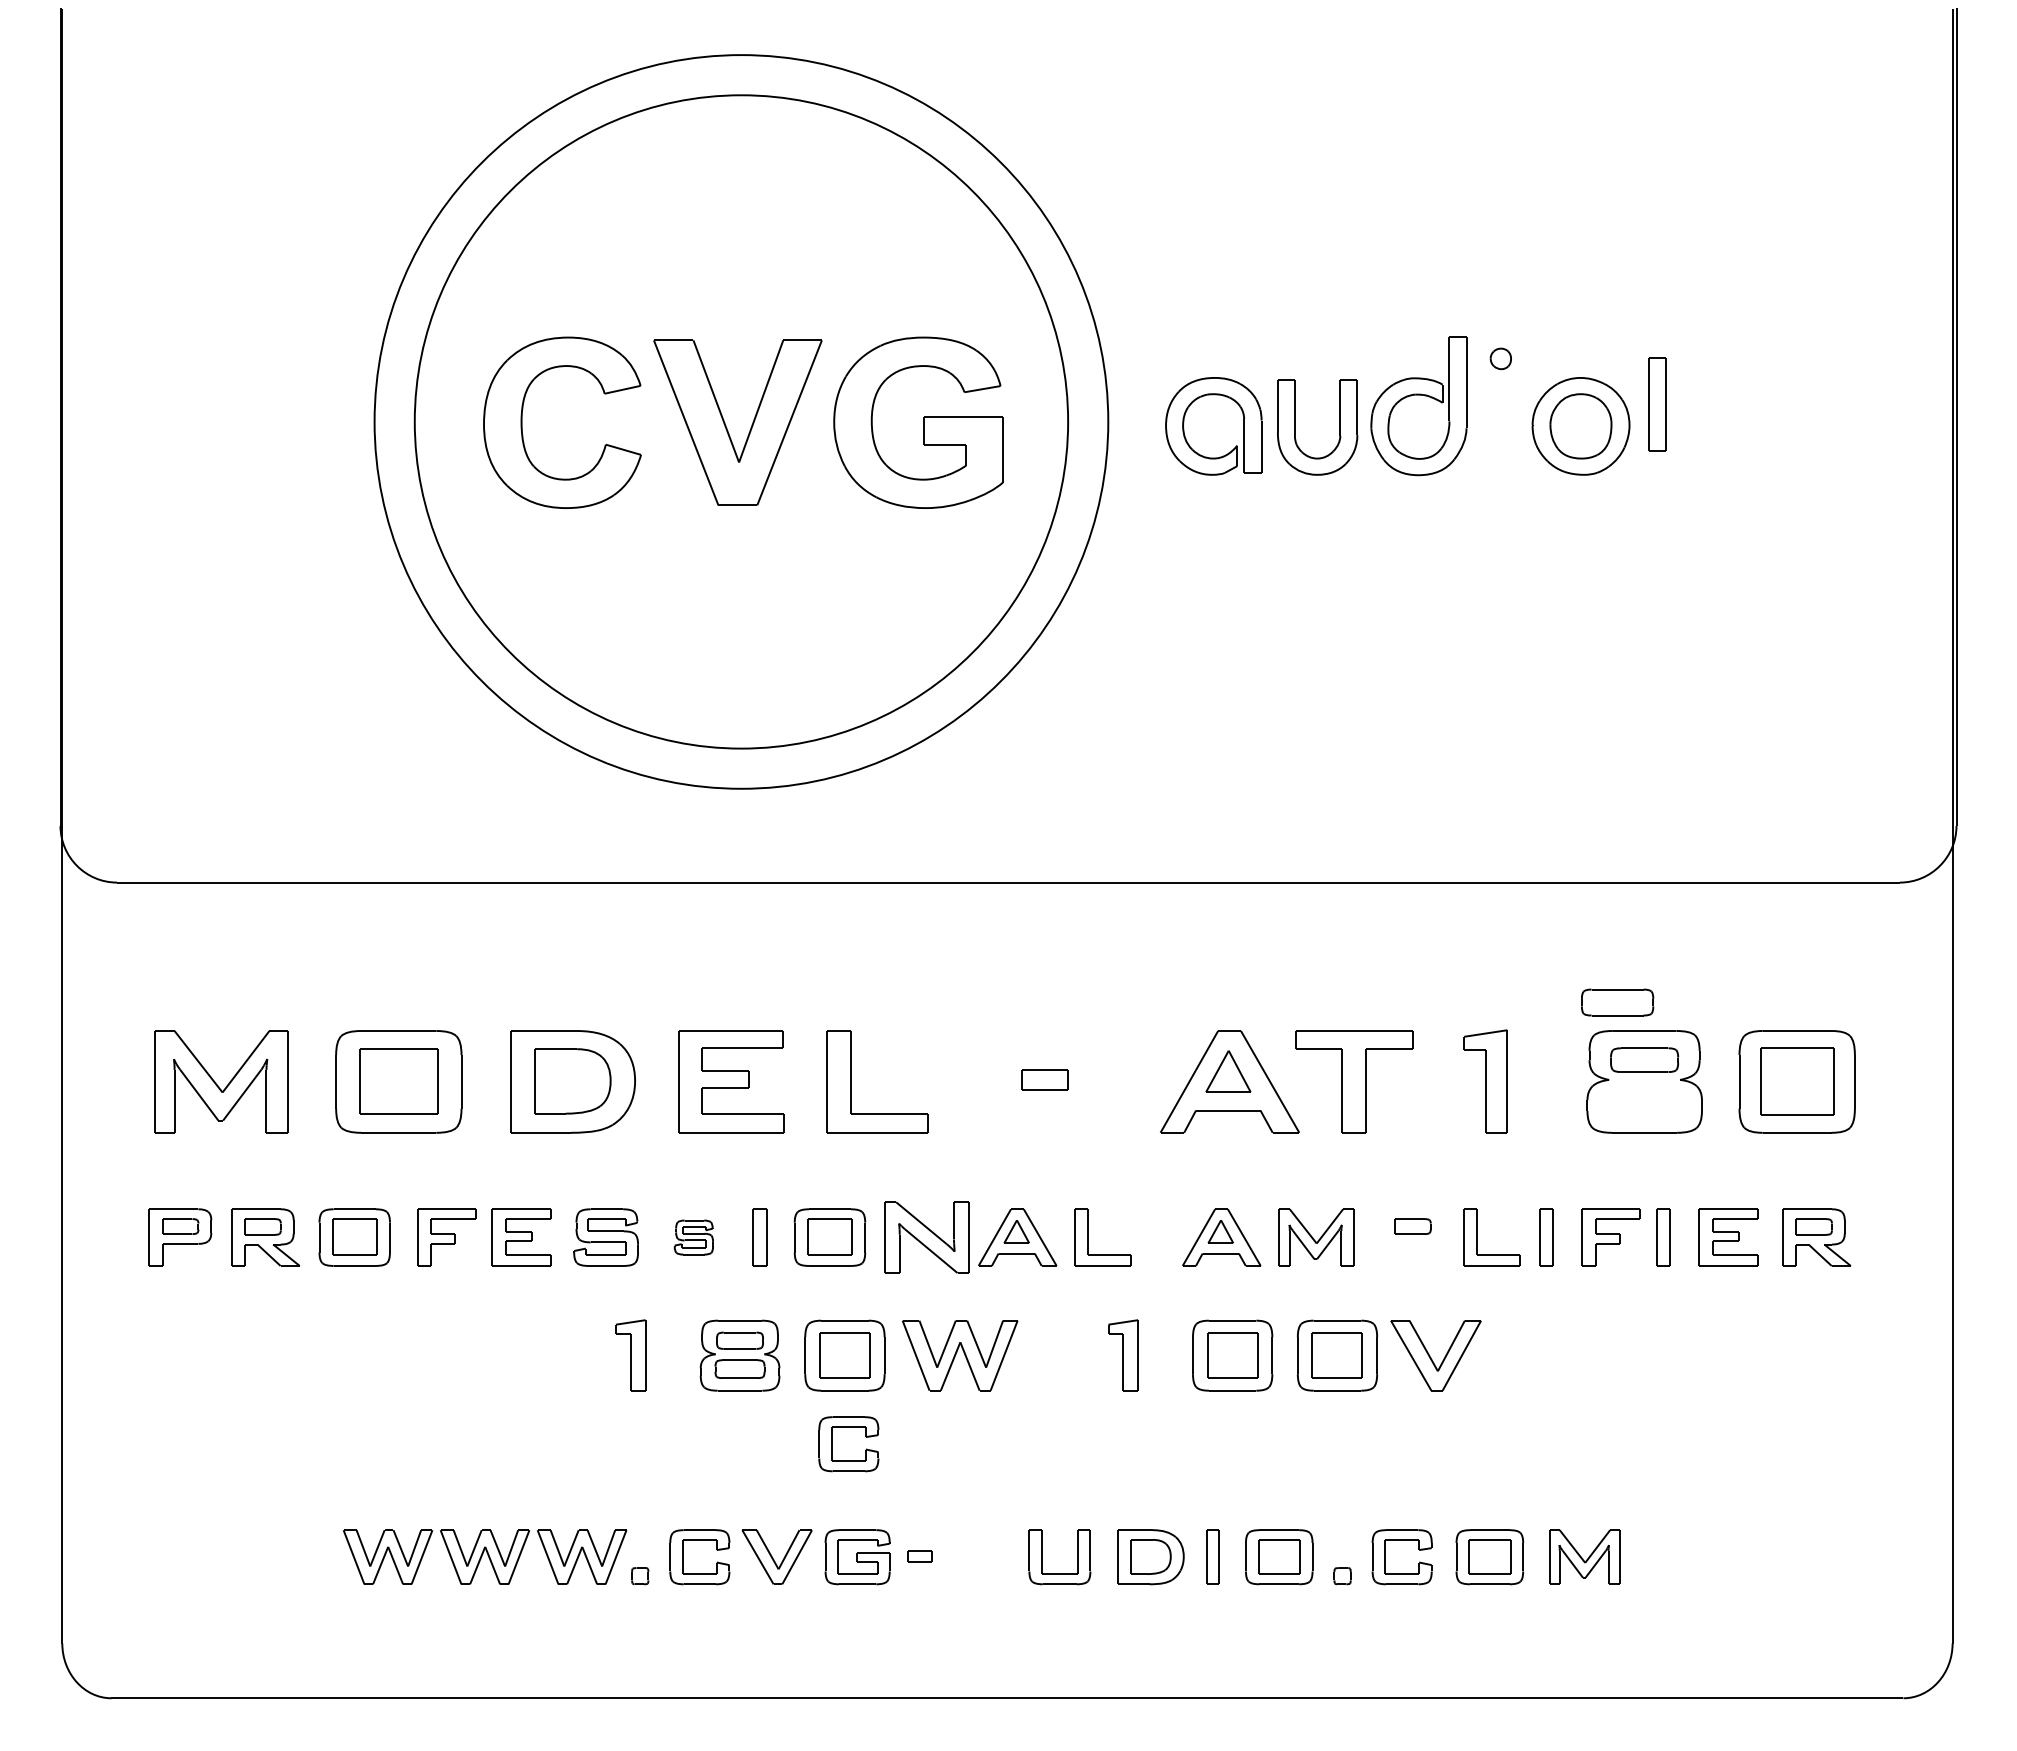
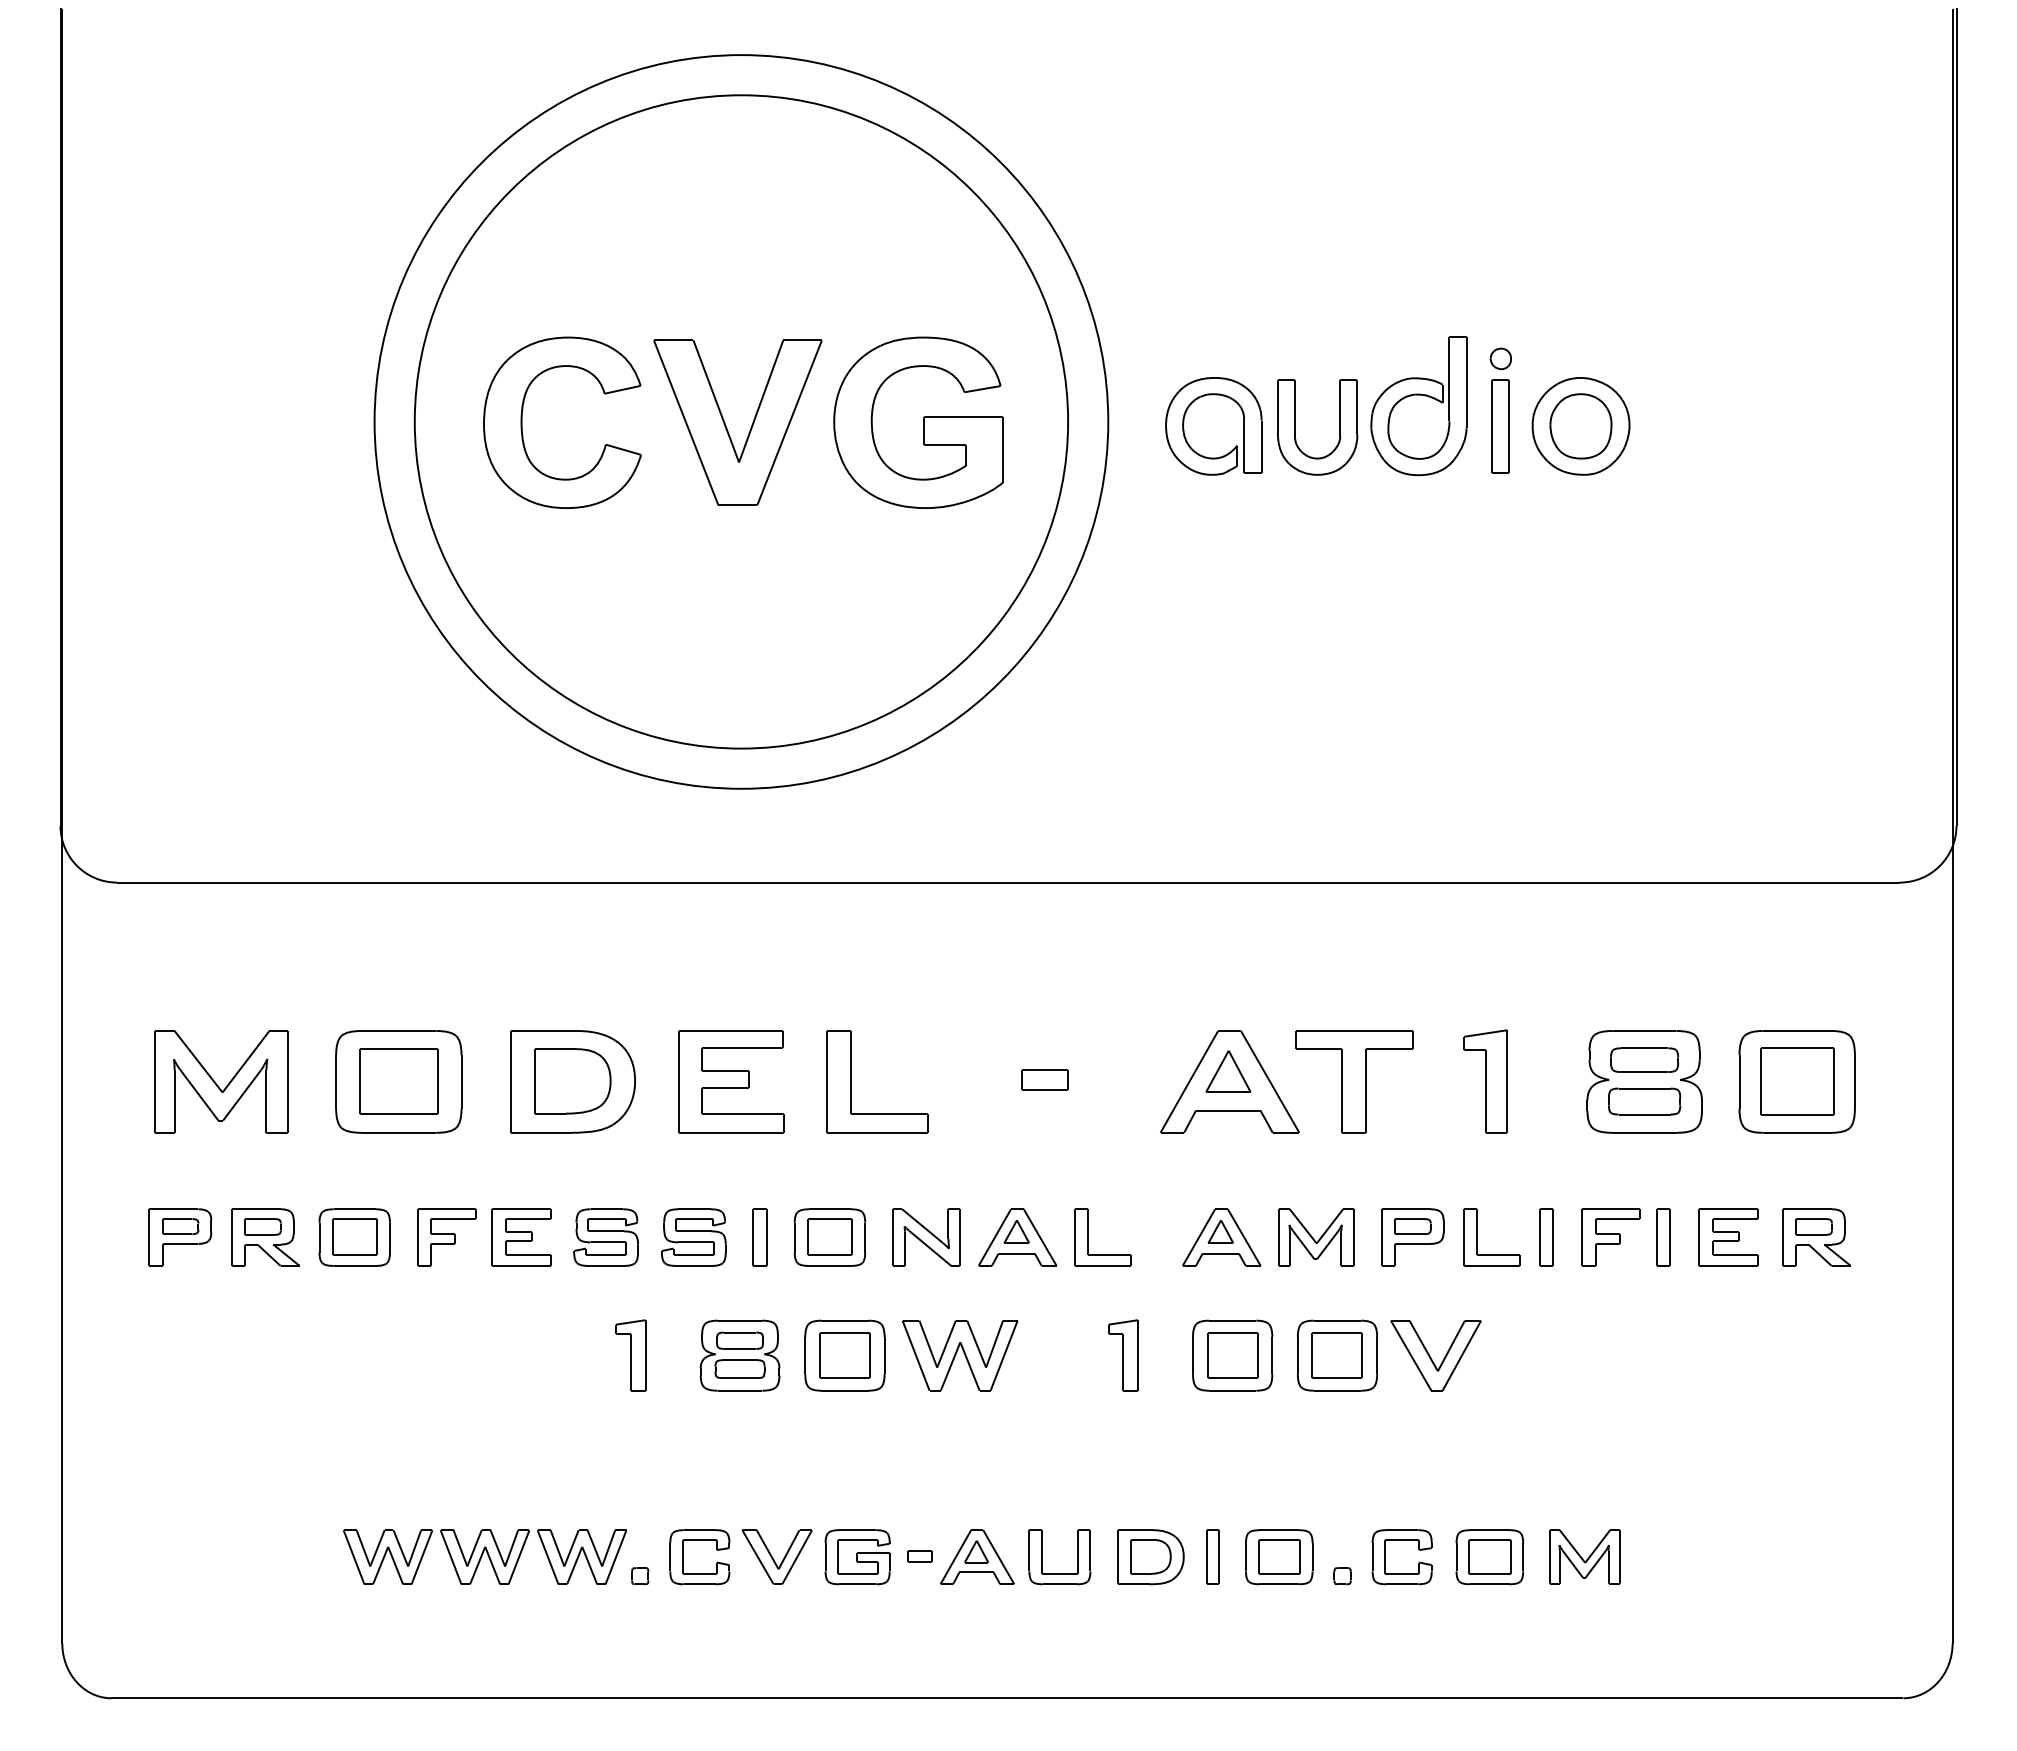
part at (1657, 404) position: (1657, 404) -> (1500, 426)
part at (1617, 1002) position: (1617, 1002) -> (1644, 1101)
part at (693, 1237) size: 41x37 px -> 66x59 px
part at (926, 1237) size: 86x73 px -> 69x59 px
part at (1412, 1237): none -> present
part at (832, 1444): present -> none
part at (977, 1556): none -> present
